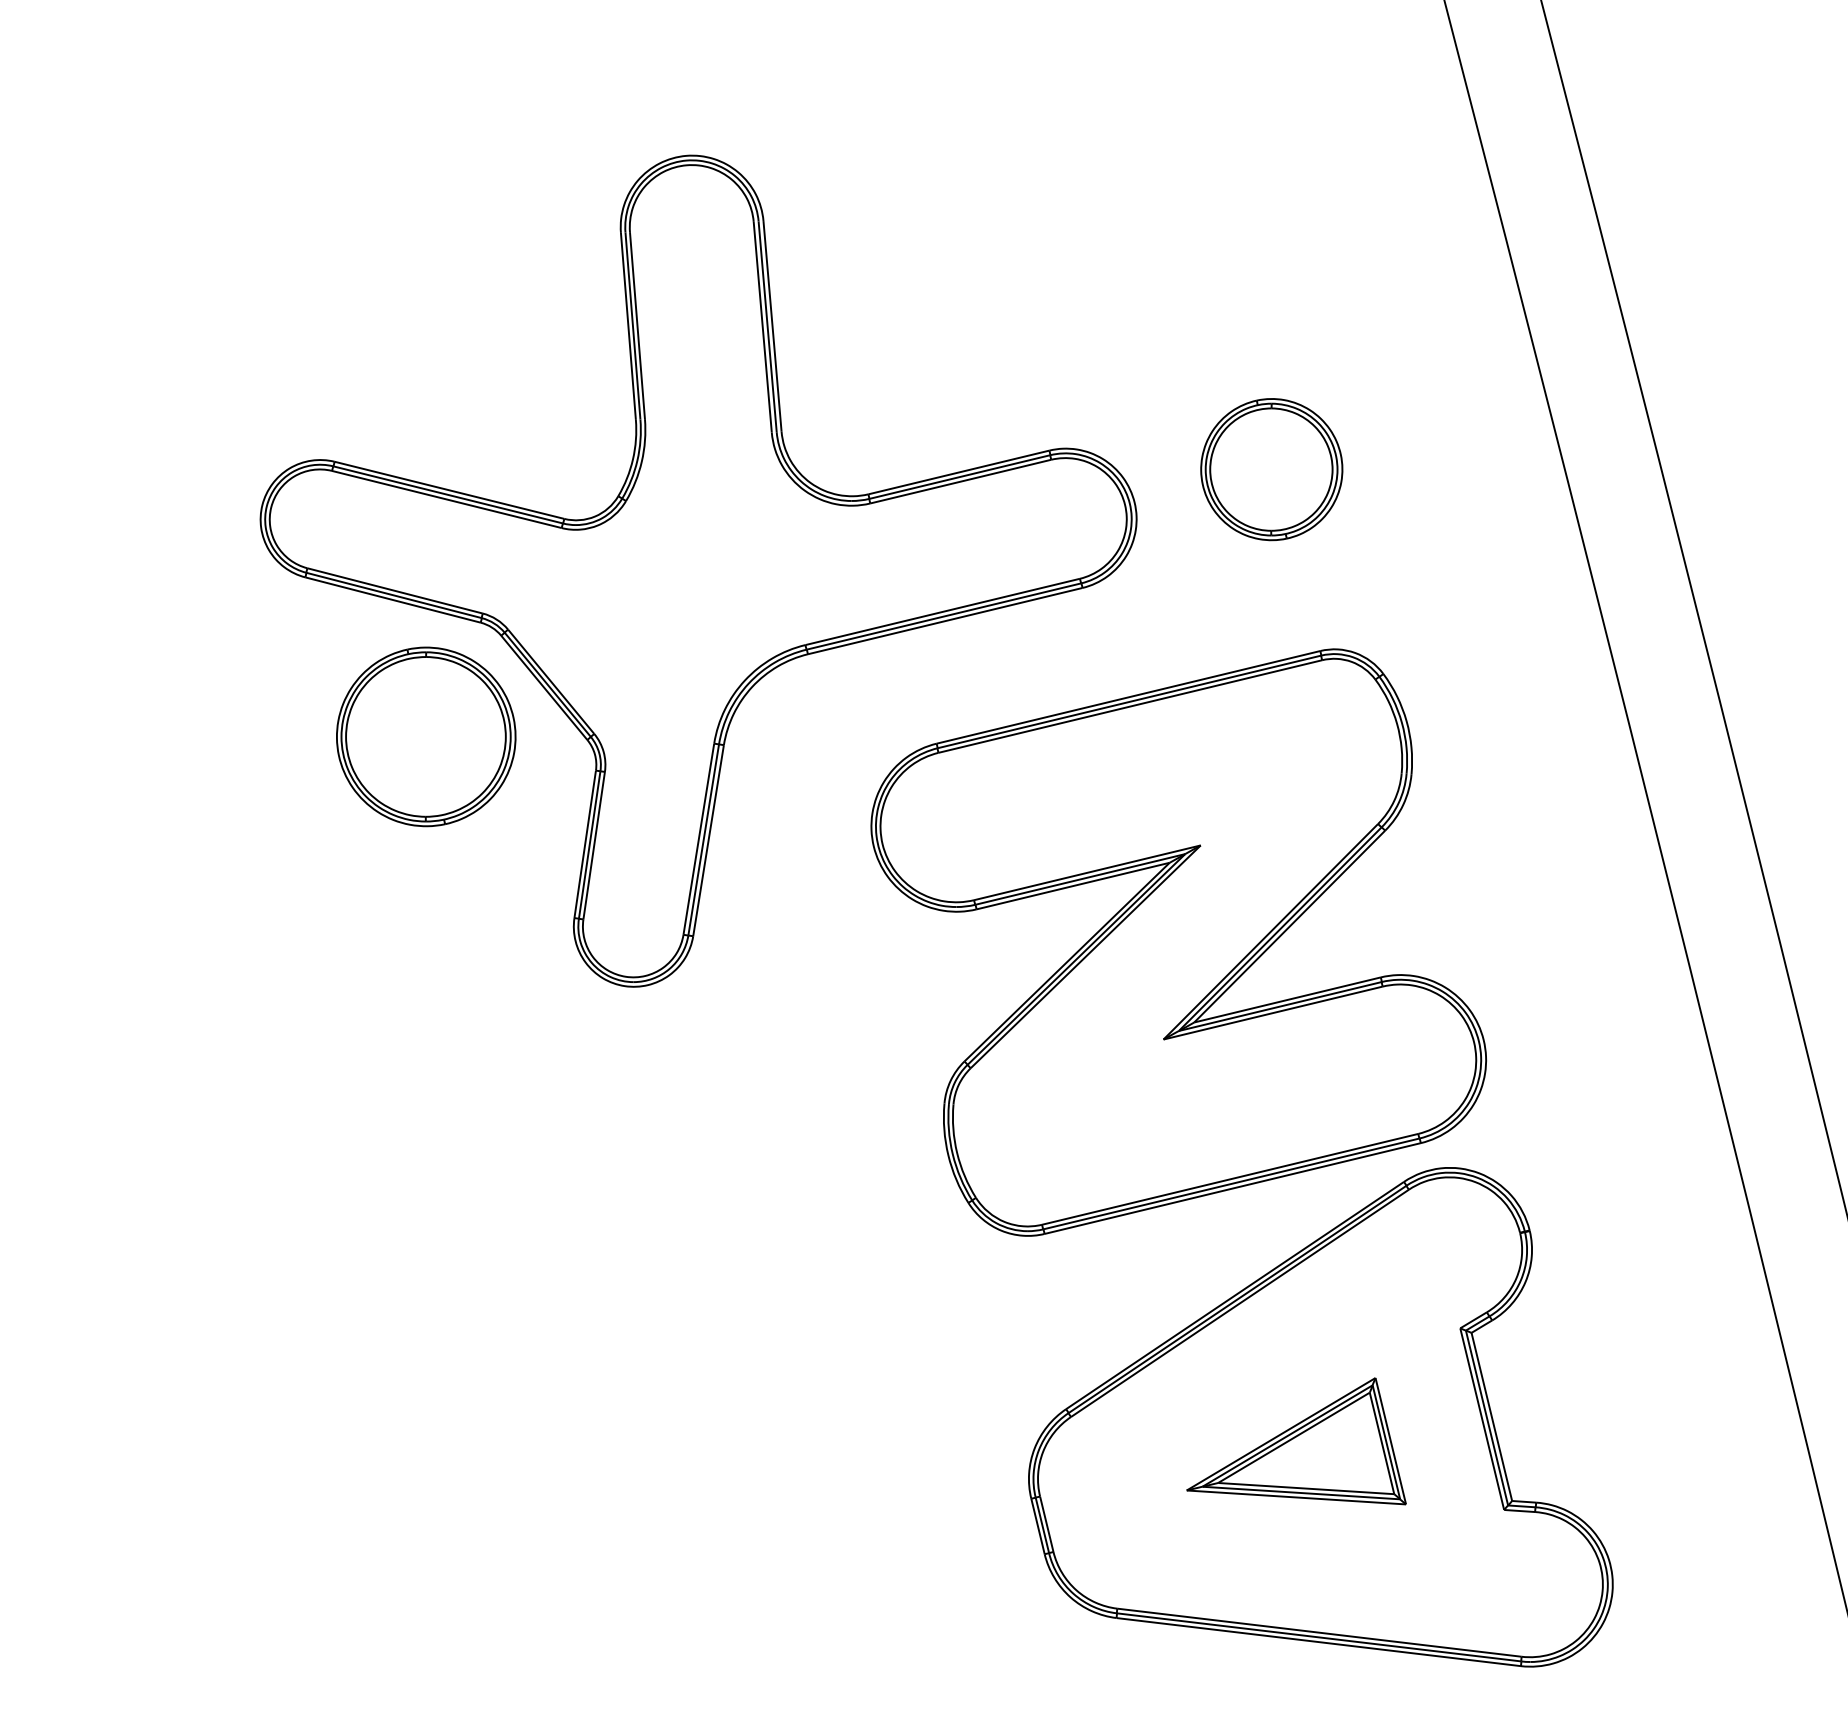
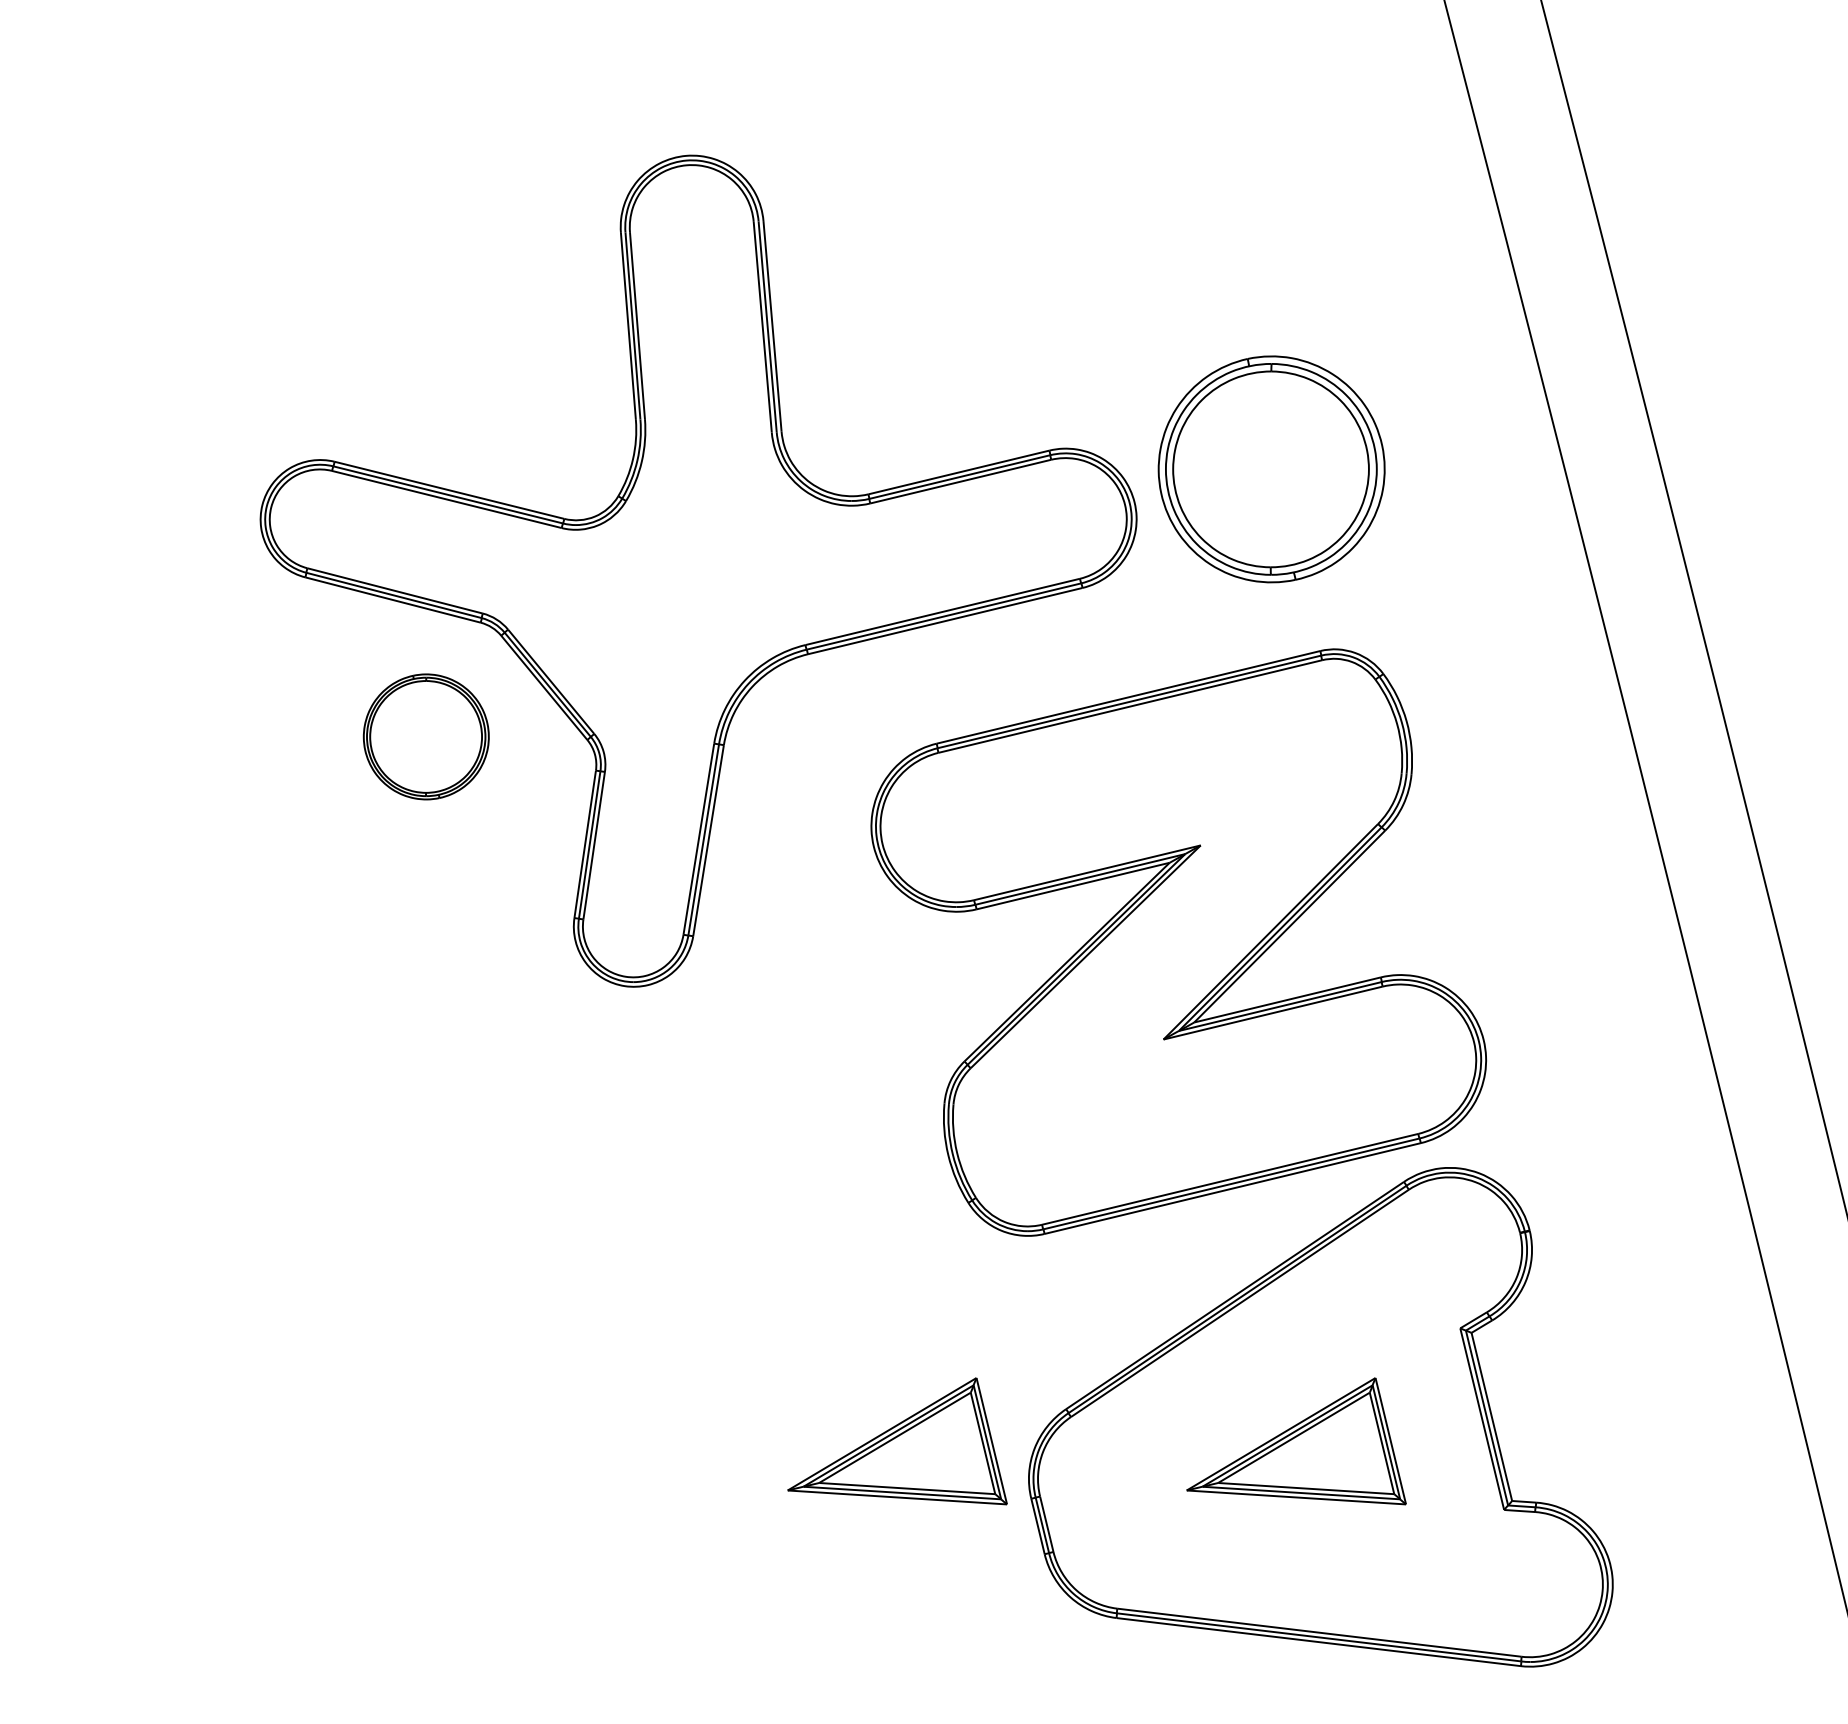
part at (1271, 469) size: 144x144 px -> 229x229 px
part at (426, 736) size: 181x182 px -> 128x128 px
part at (897, 1441): none -> present
